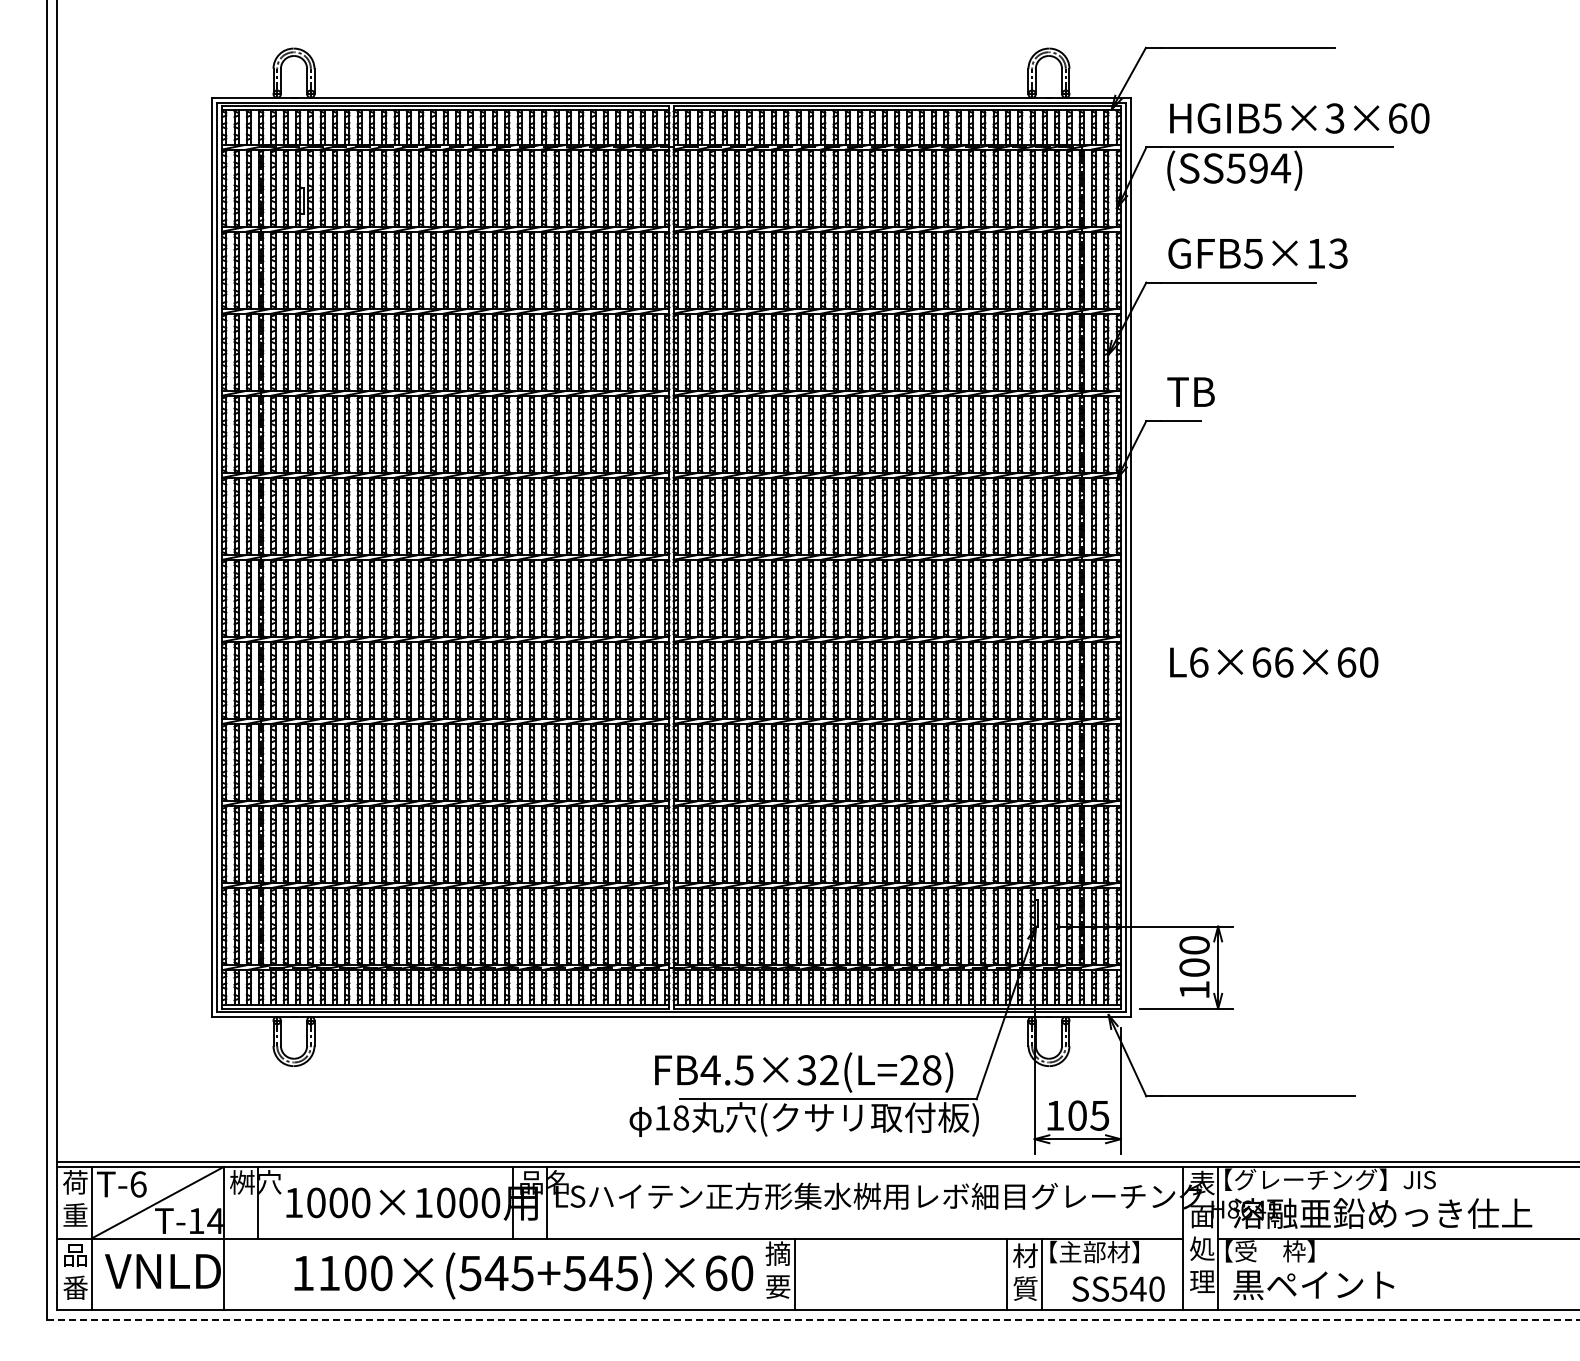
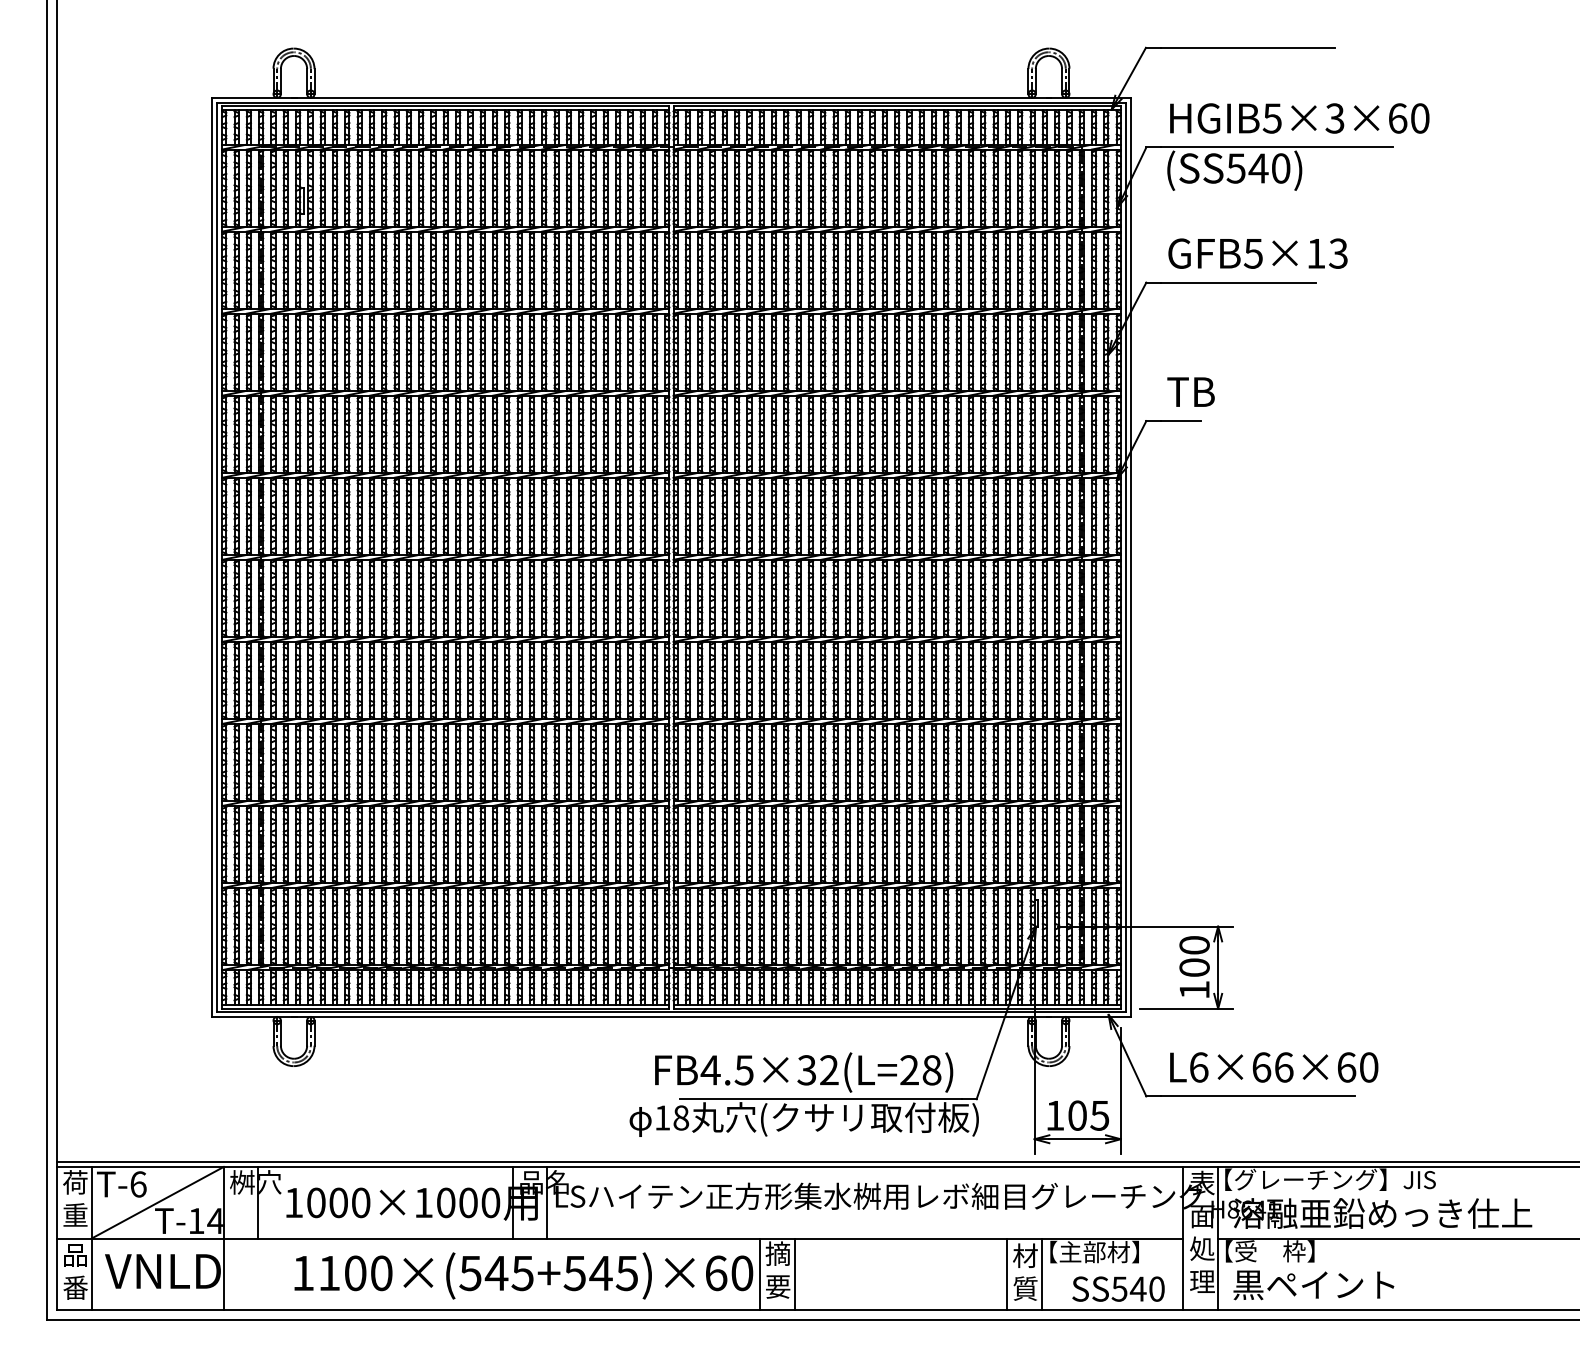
text at (1269, 168): (SS594) -> (SS540)
text at (1274, 662) position: (1274, 662) -> (1274, 1067)
line at (760, 1274): none -> present
line at (813, 1319): dashed -> solid
